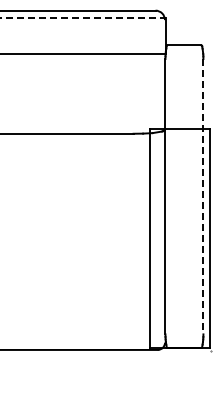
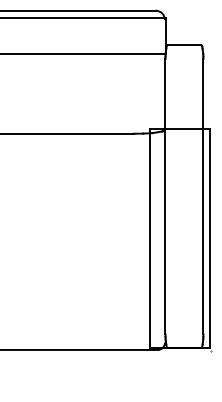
line at (83, 17): dashed -> solid
line at (203, 196): dashed -> solid
